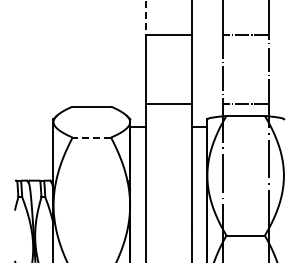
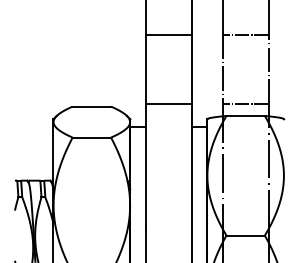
line at (145, 17): dashed -> solid
line at (91, 137): dashed -> solid
